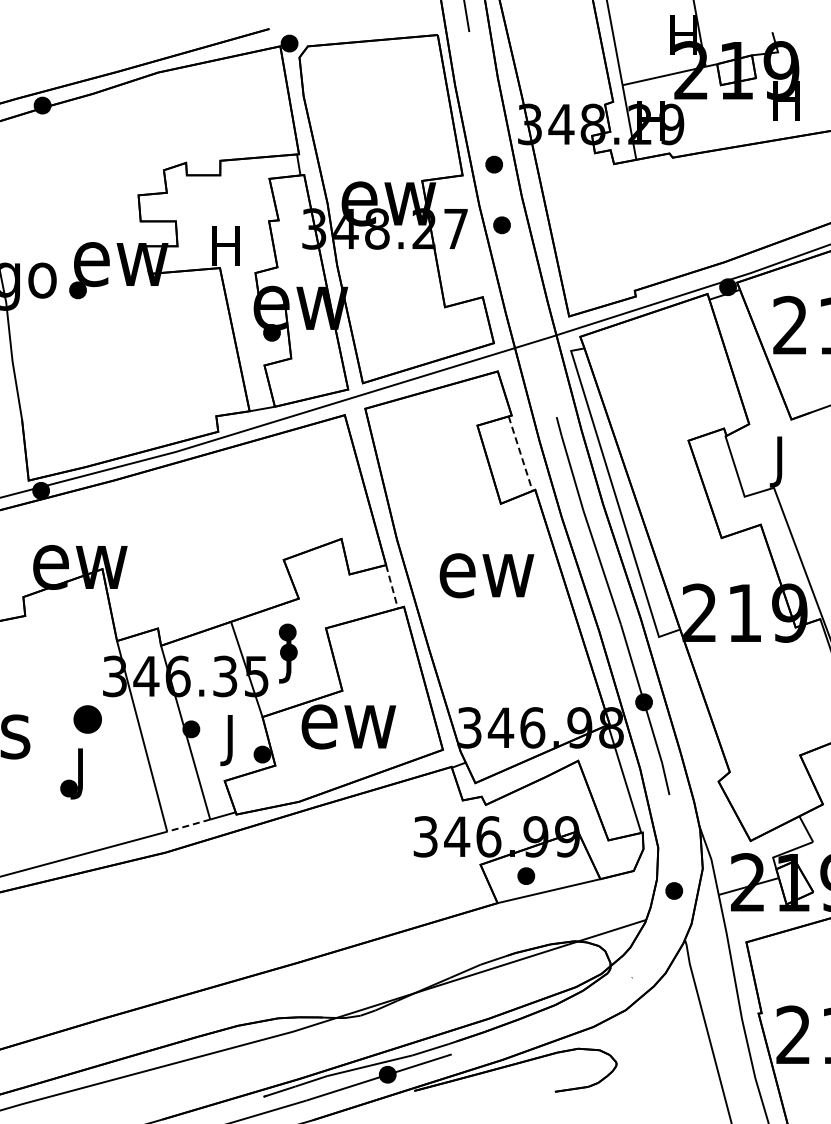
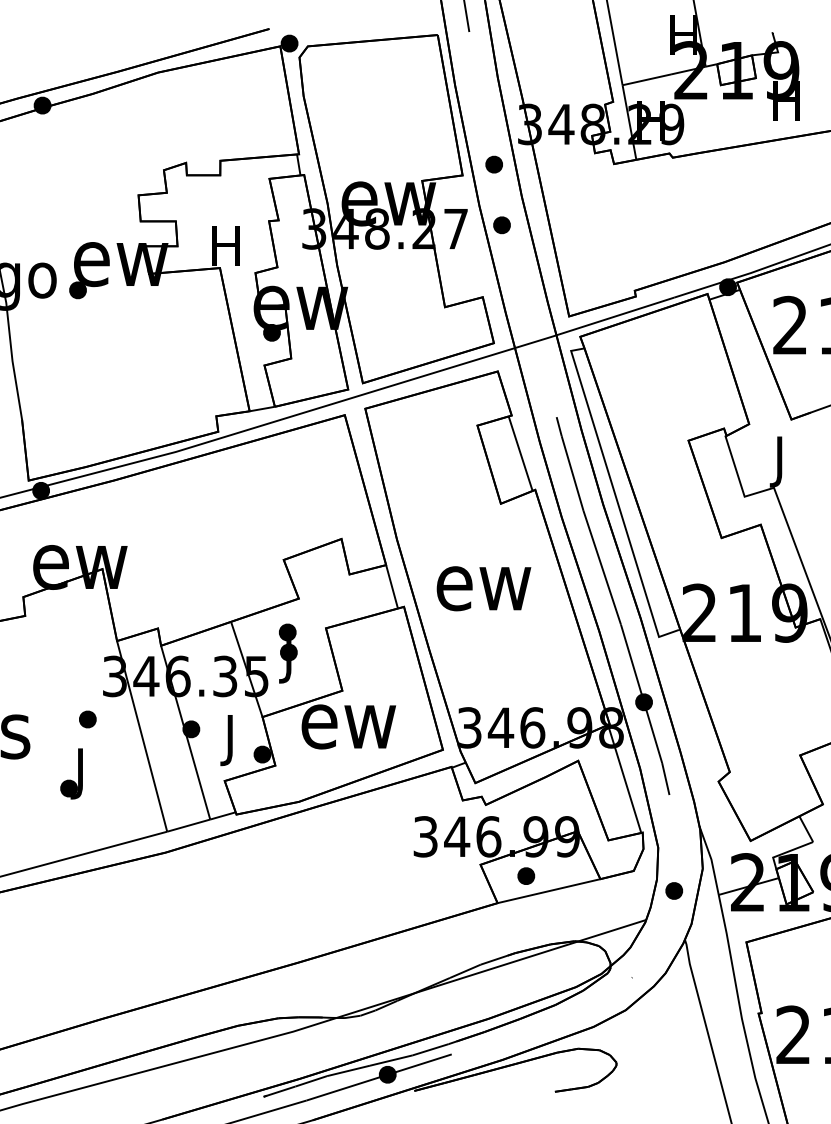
line at (520, 454): dashed -> solid
text at (486, 575) position: (486, 575) -> (483, 588)
line at (392, 586): dashed -> solid
part at (87, 719) size: 29x29 px -> 18x19 px
line at (188, 825): dashed -> solid
